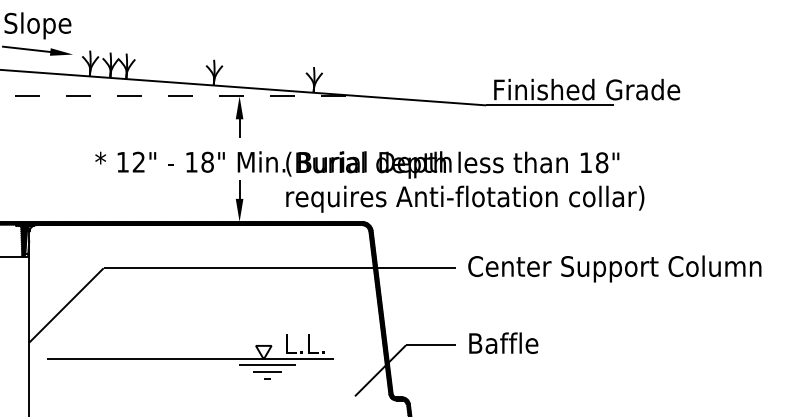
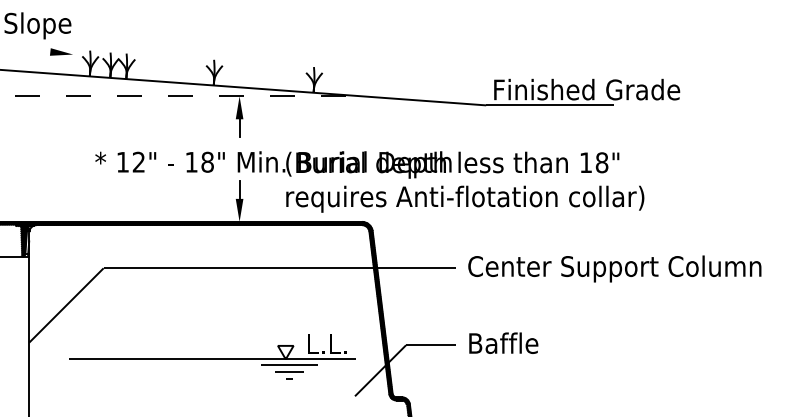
line at (26, 49): present -> none
part at (190, 356) position: (190, 356) -> (212, 356)
